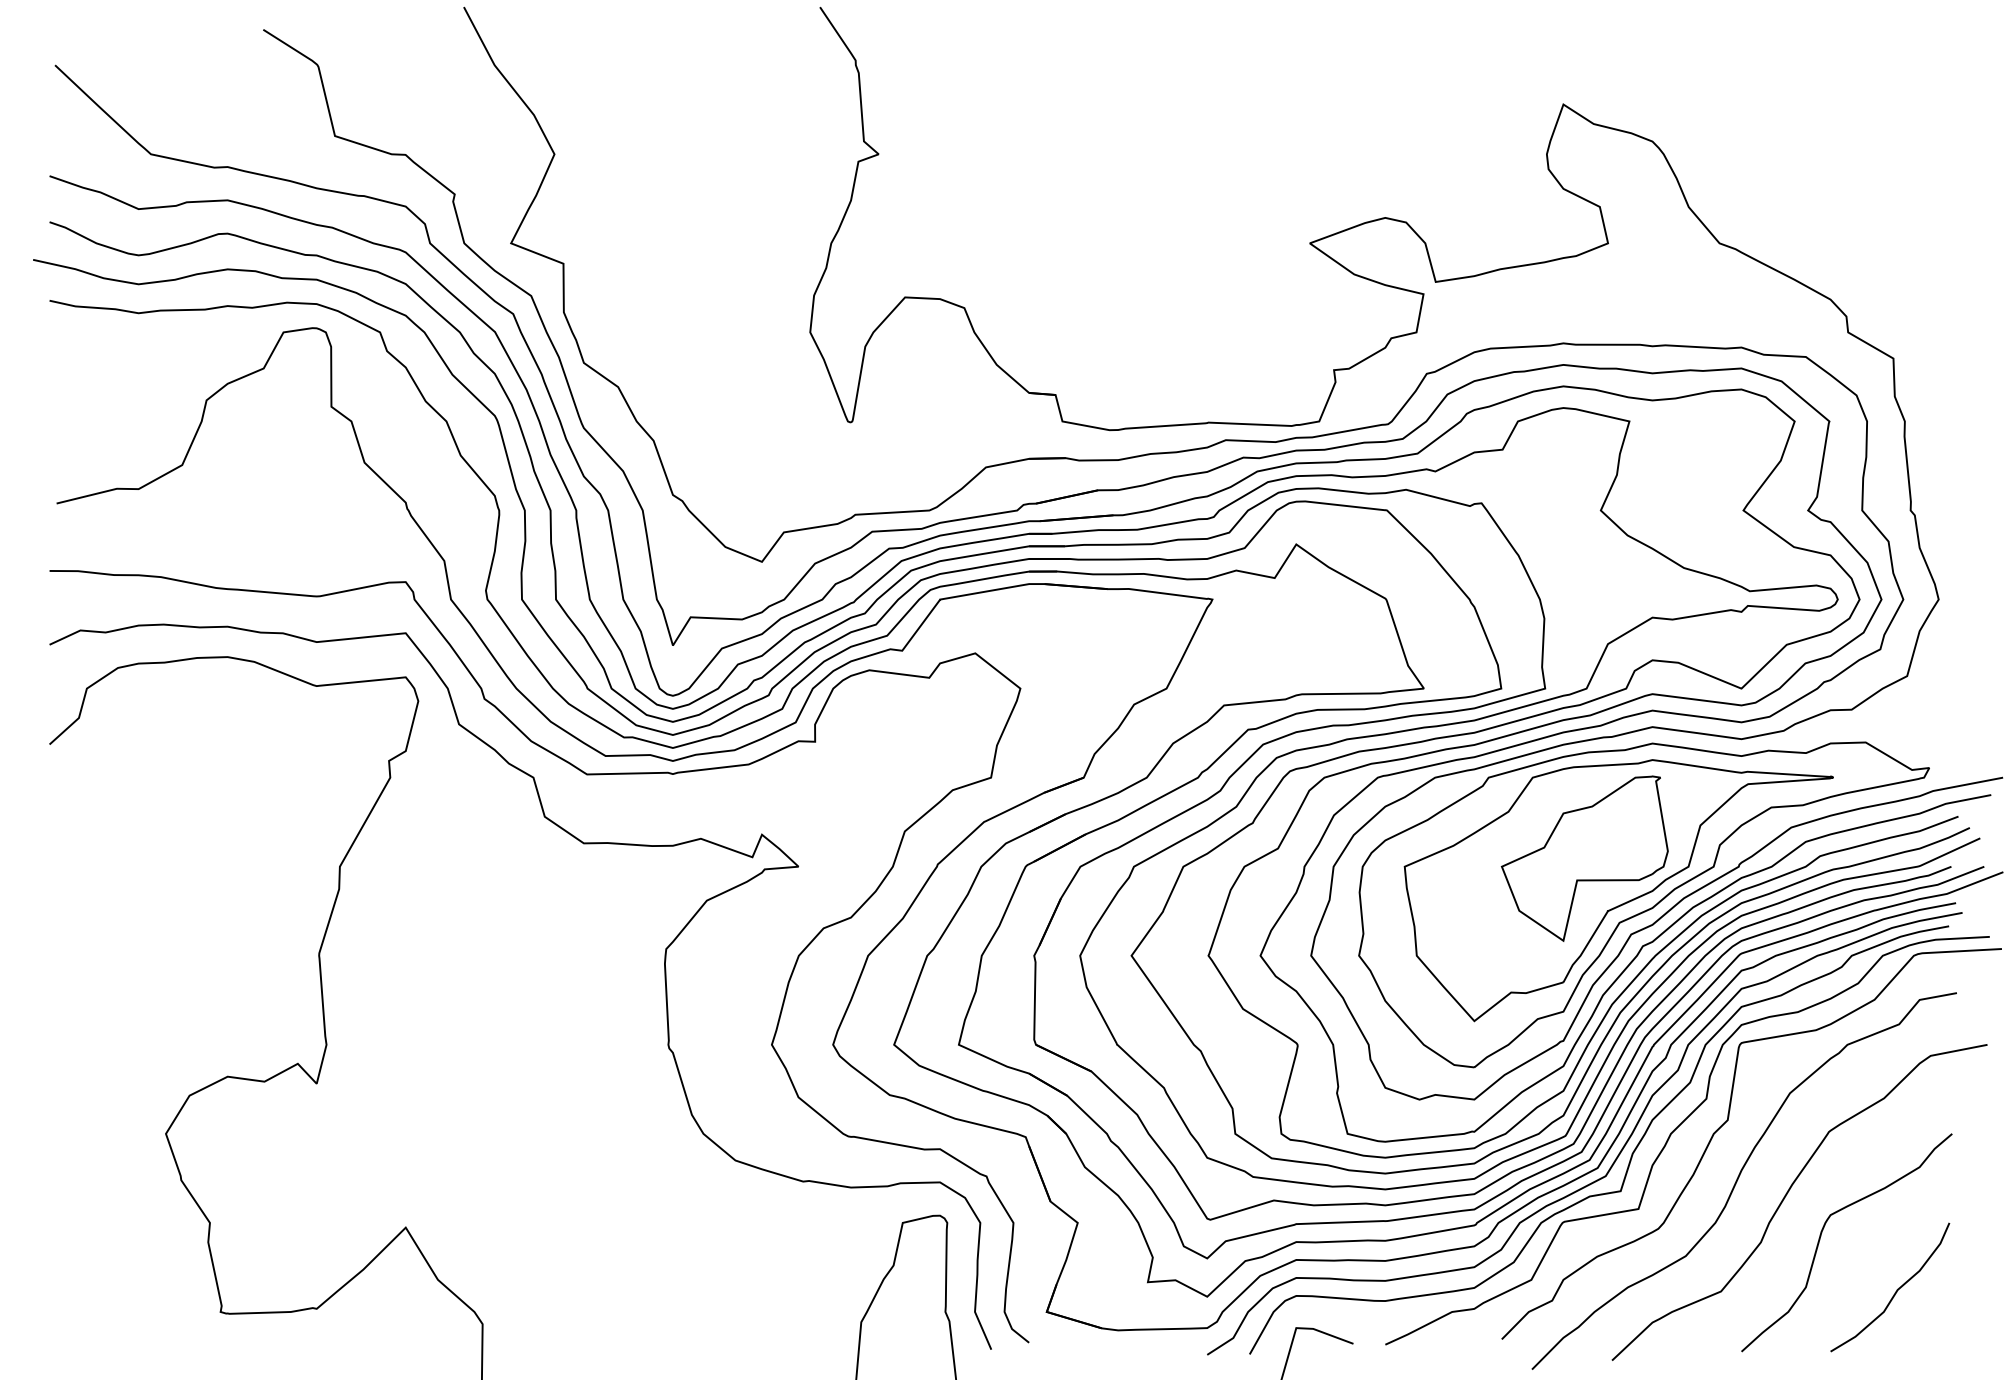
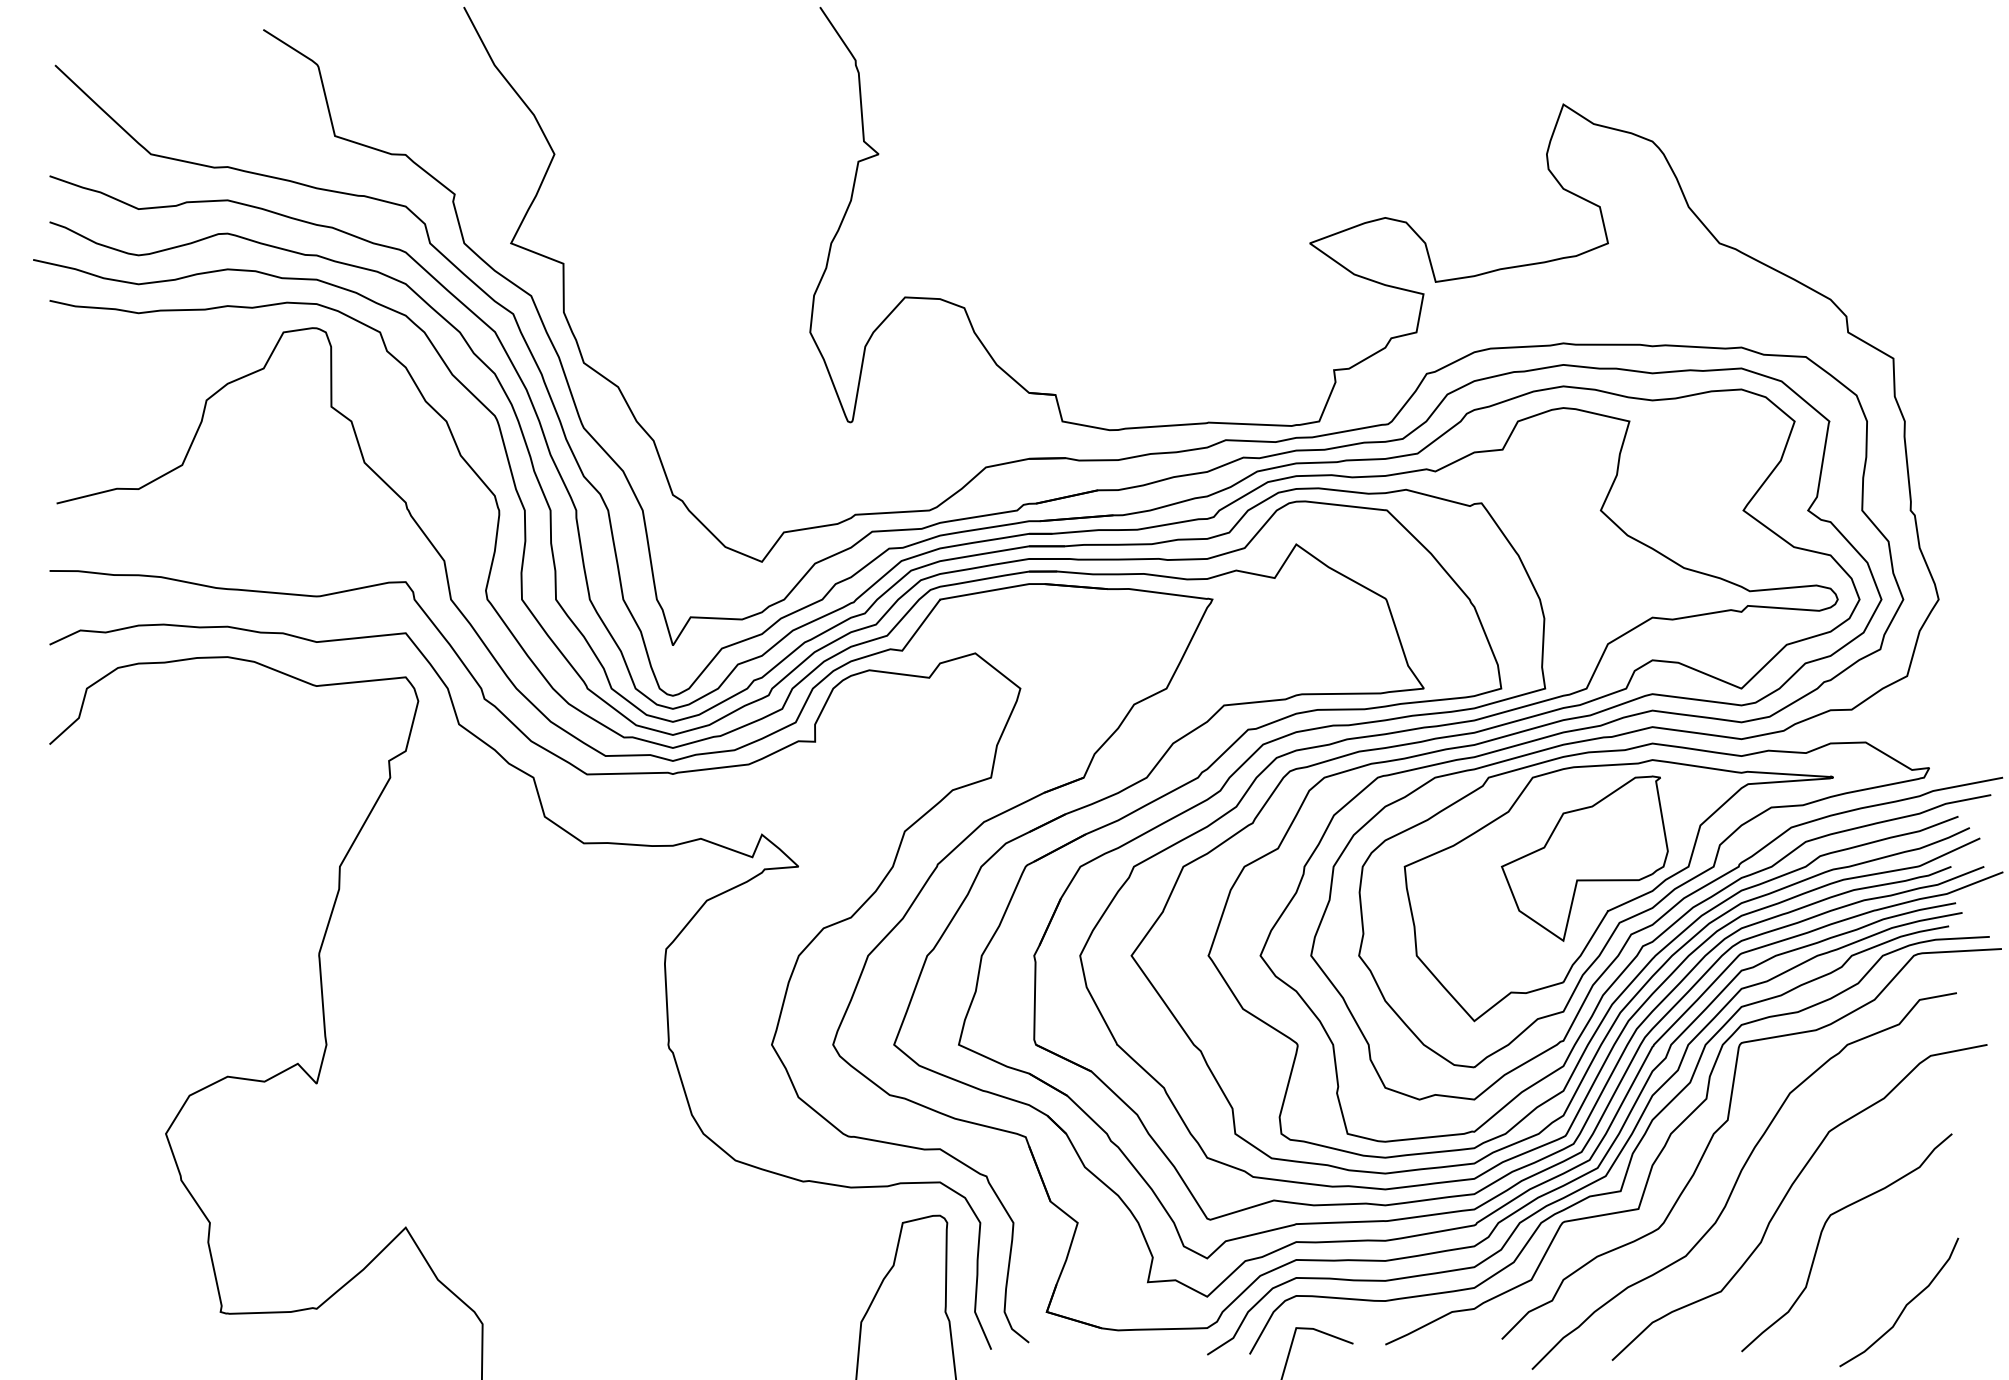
curve at (1896, 1289) position: (1896, 1289) -> (1905, 1304)
